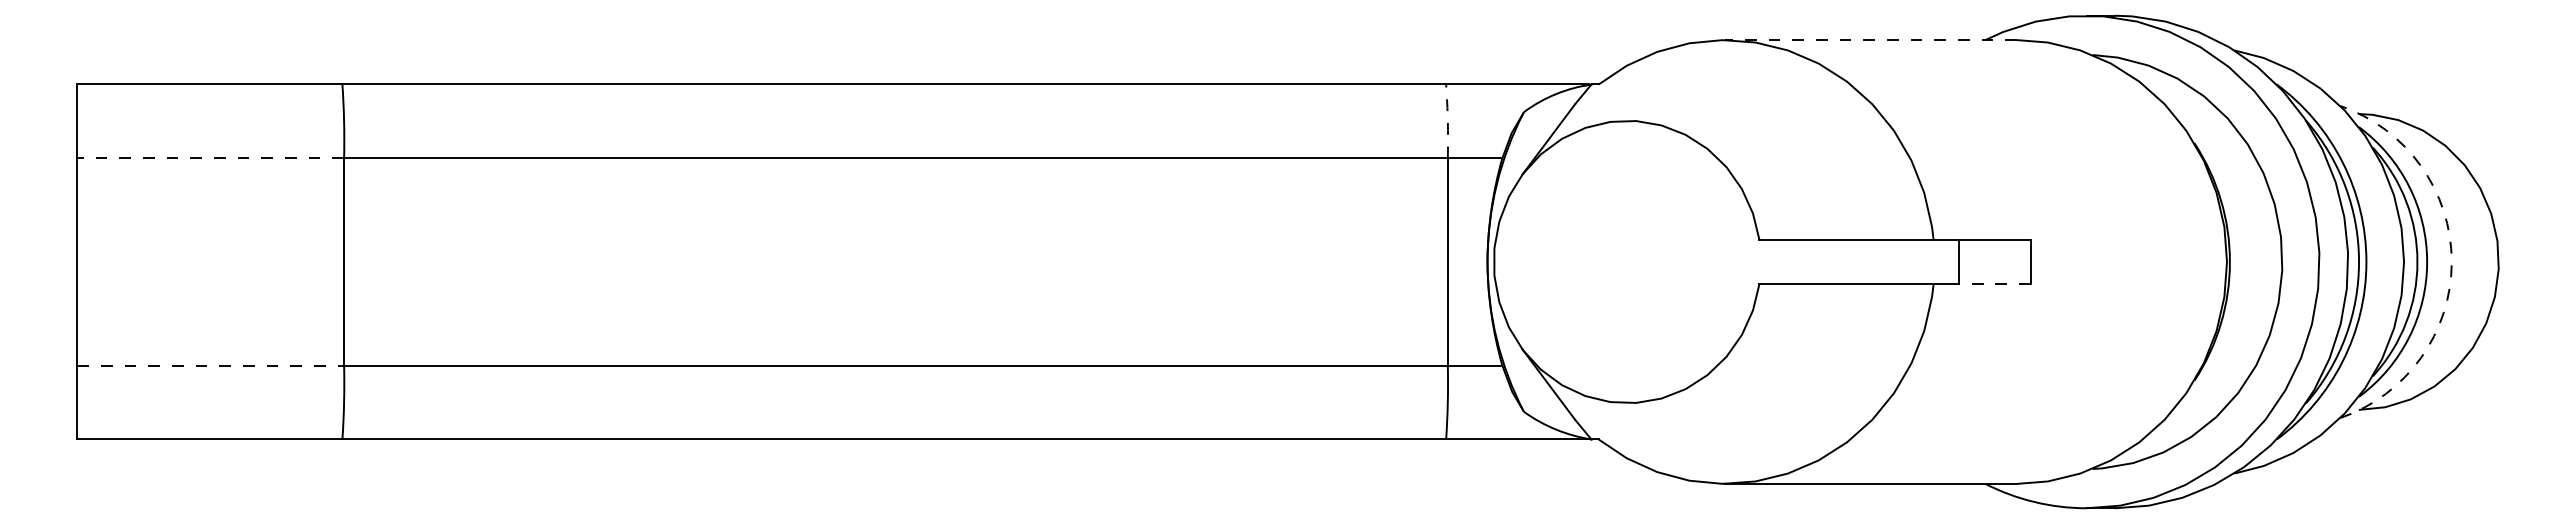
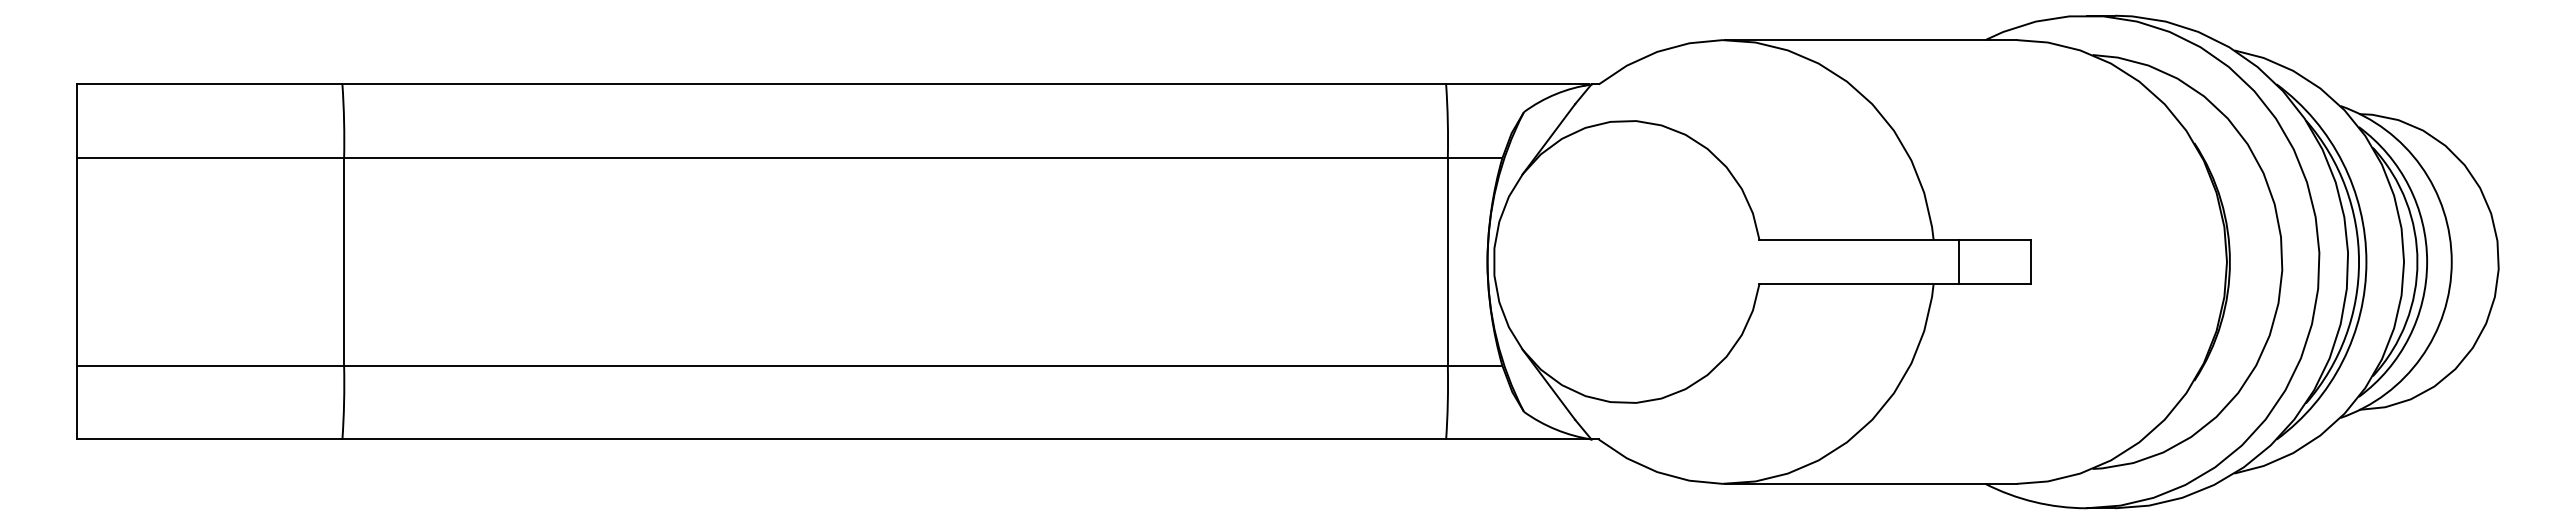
line at (1870, 40): dashed -> solid
arc at (1447, 121): dashed -> solid
line at (210, 158): dashed -> solid
arc at (2451, 262): dashed -> solid
line at (1995, 284): dashed -> solid
line at (211, 365): dashed -> solid
